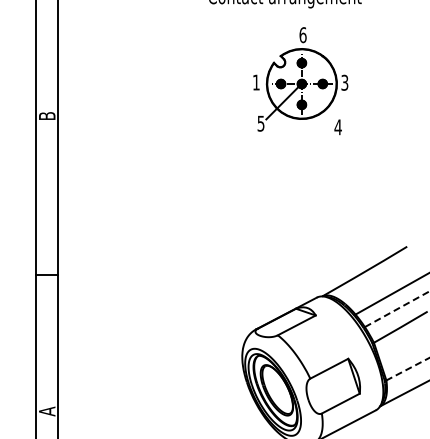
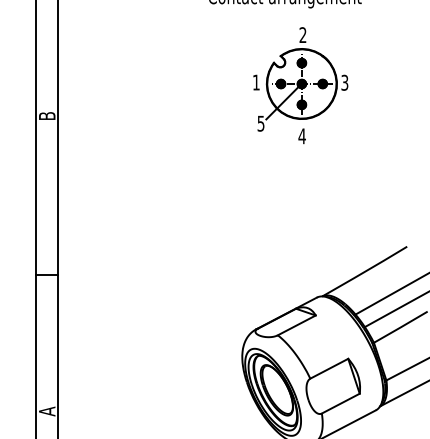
text at (302, 35): 6 -> 2
text at (337, 127) position: (337, 127) -> (301, 136)
line at (397, 309): dashed -> solid
line at (407, 369): dashed -> solid
